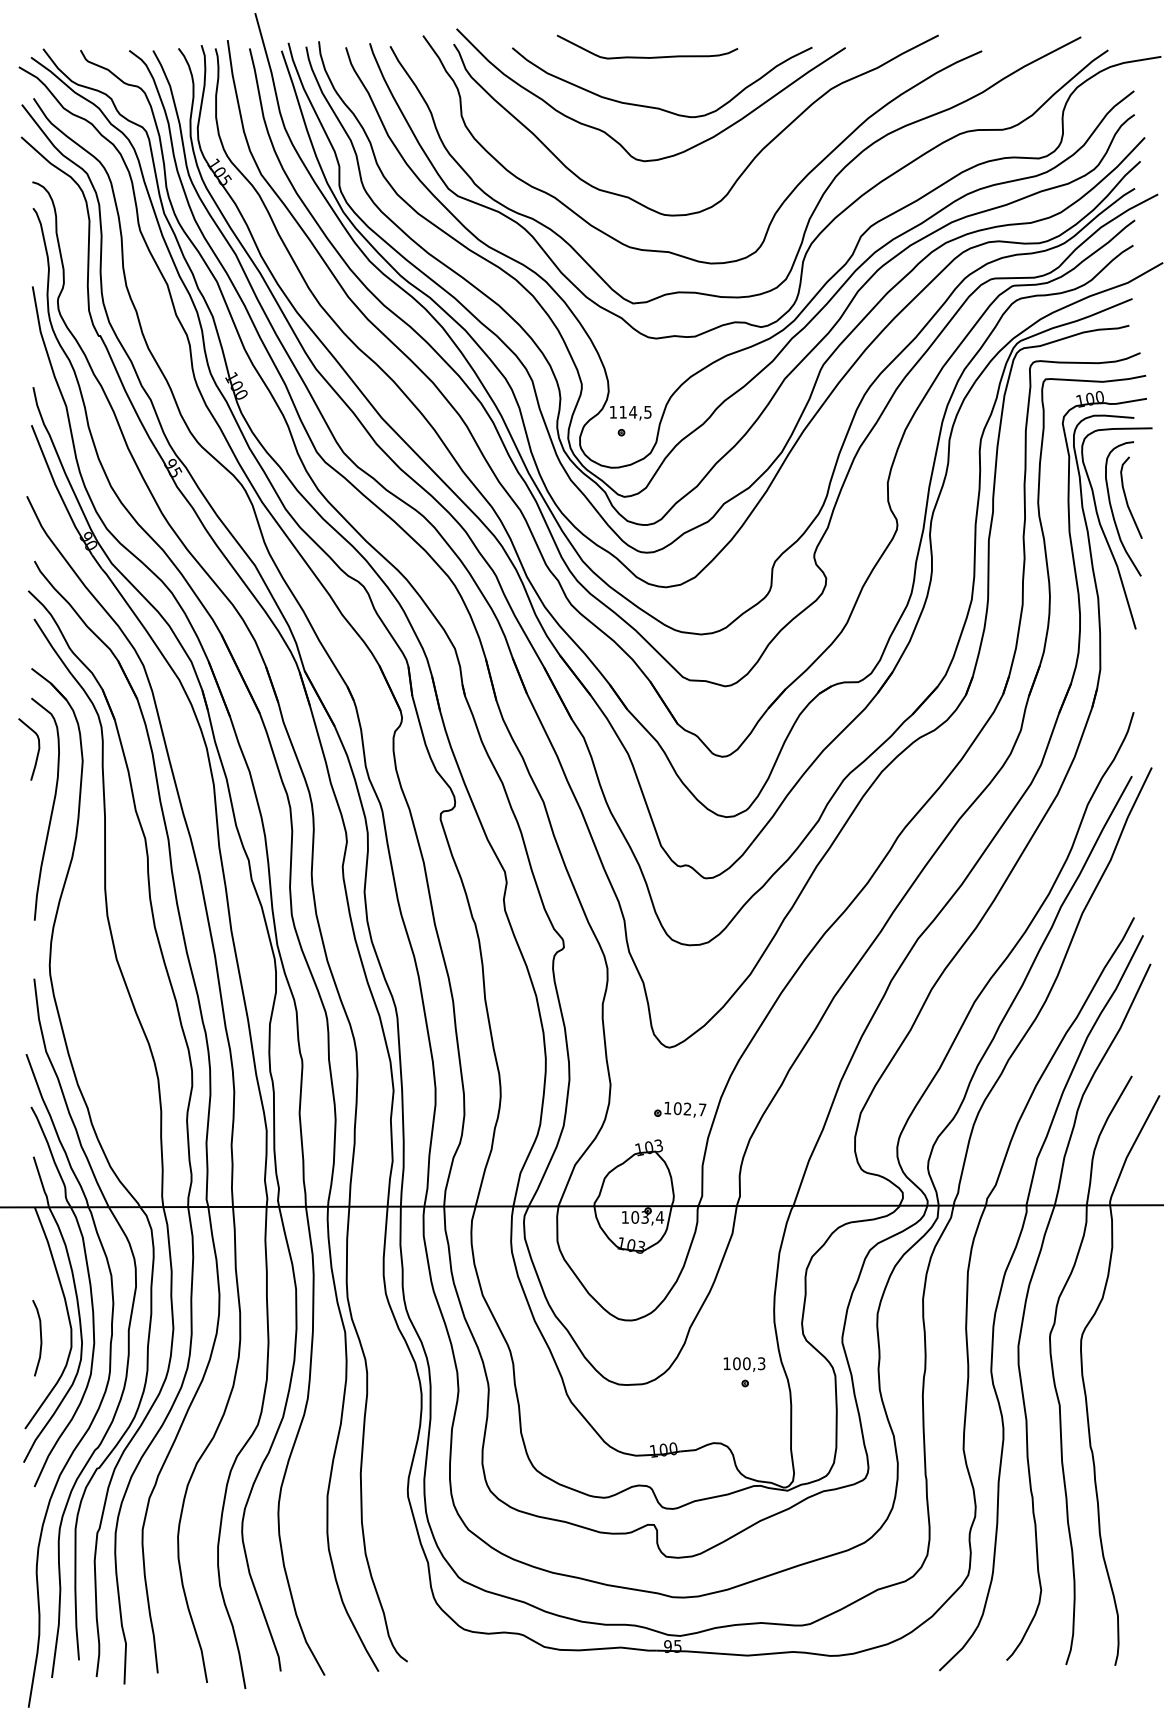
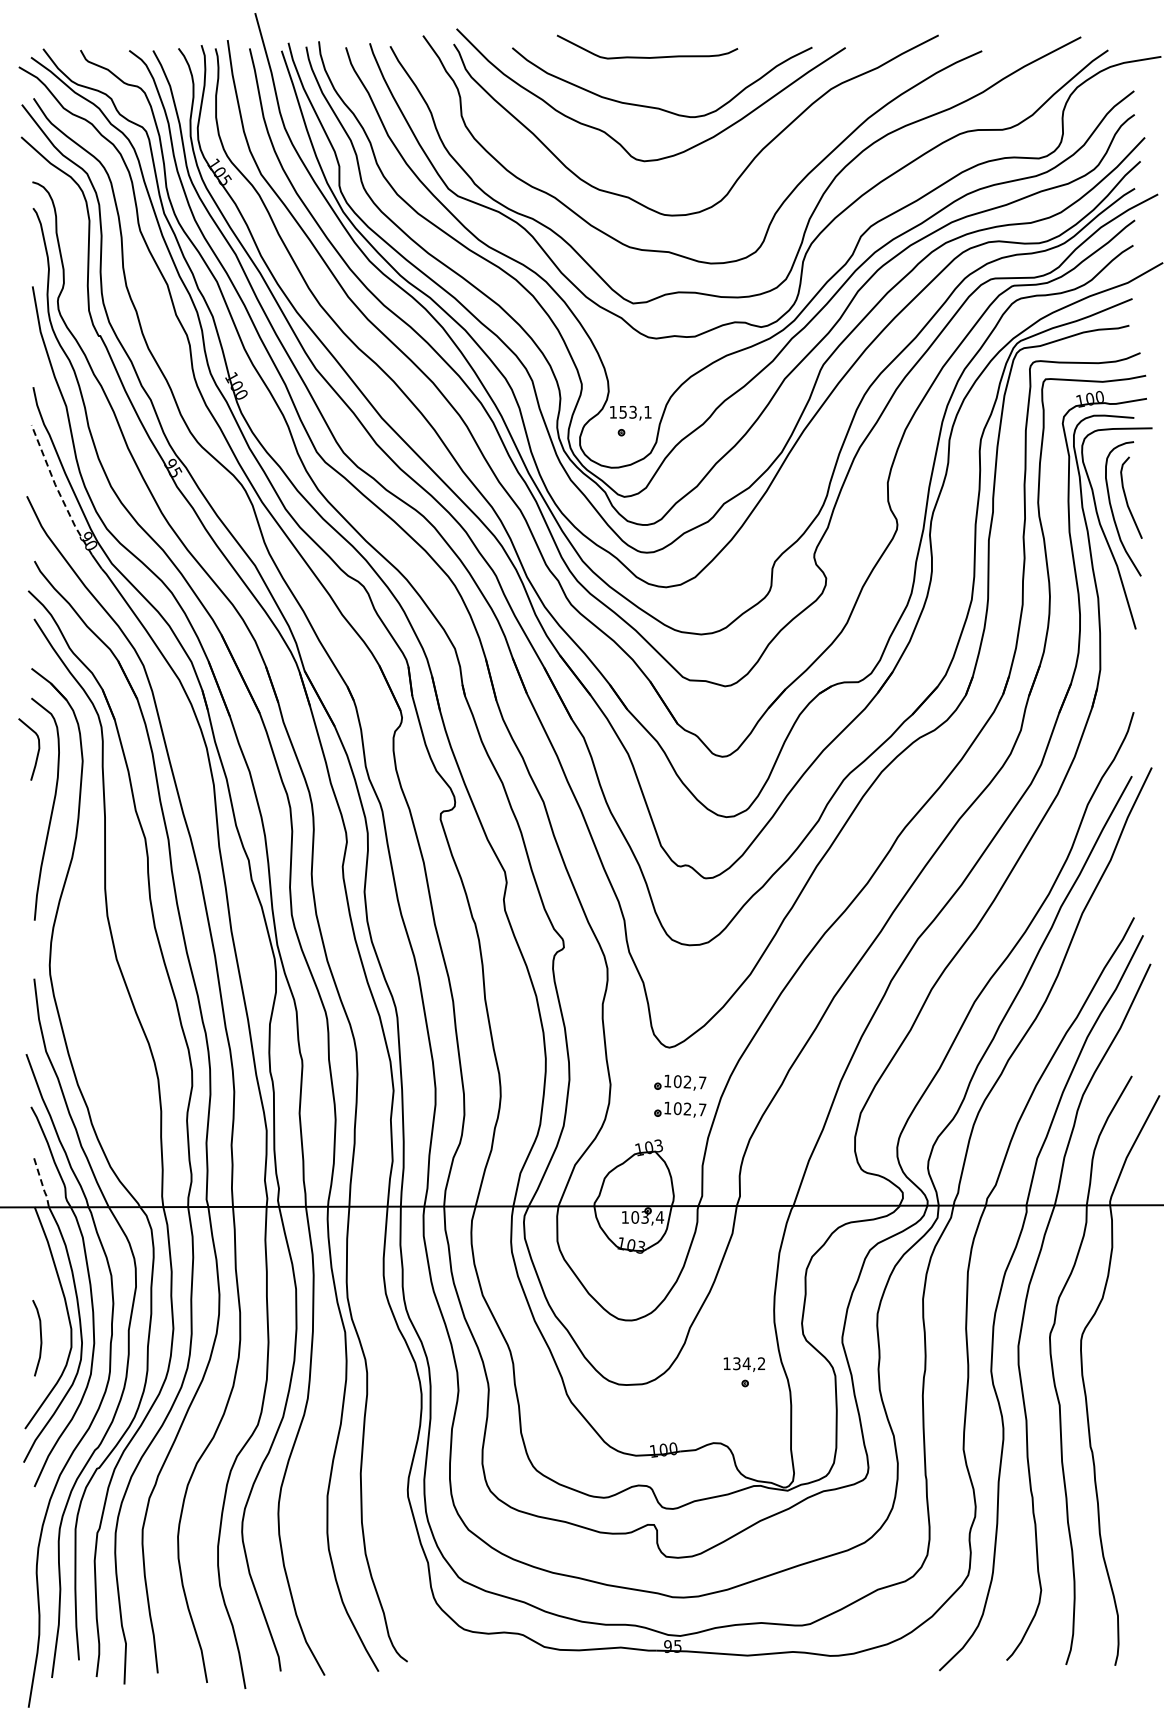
text at (635, 411): 114,5 -> 153,1
line at (58, 491): solid -> dashed
part at (680, 1082): none -> present
line at (41, 1182): solid -> dashed
text at (749, 1363): 100,3 -> 134,2
